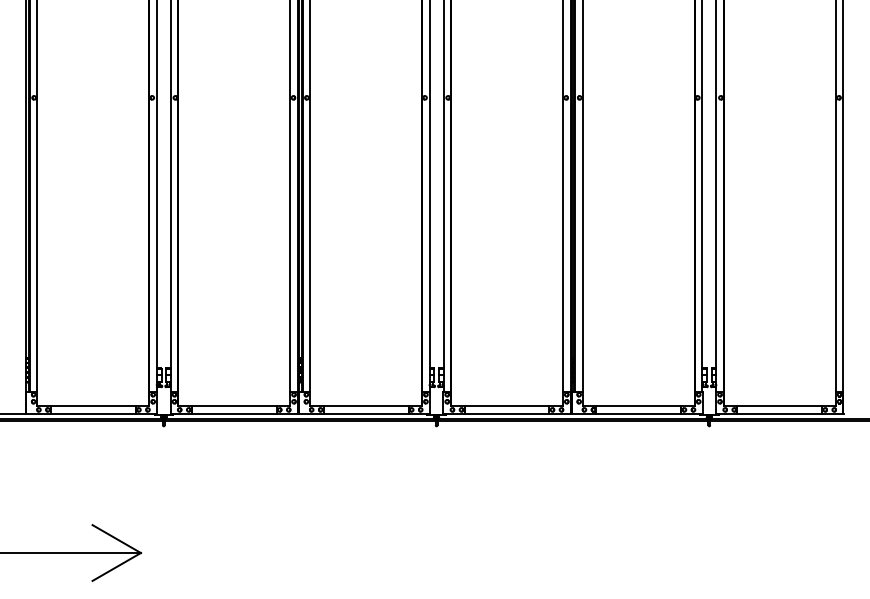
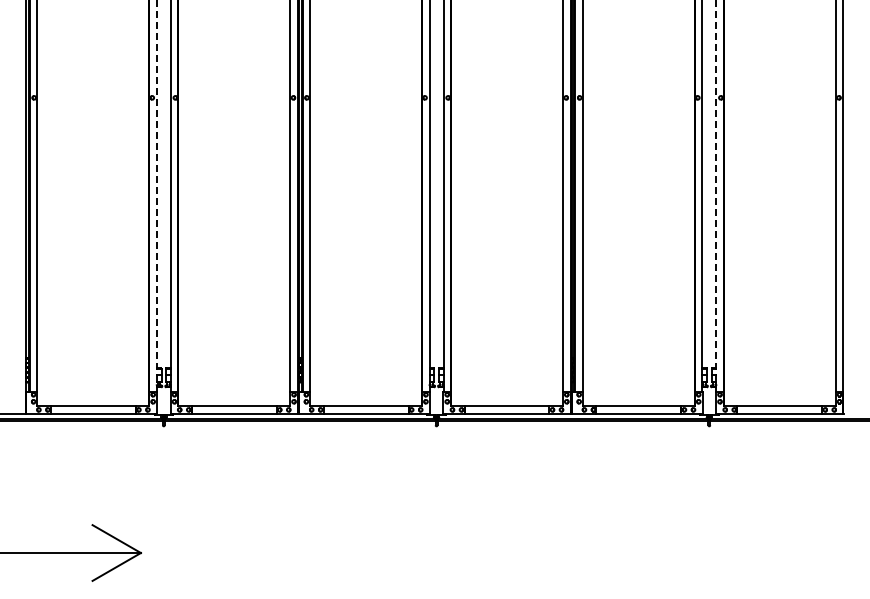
line at (156, 196): solid -> dashed
line at (716, 196): solid -> dashed
